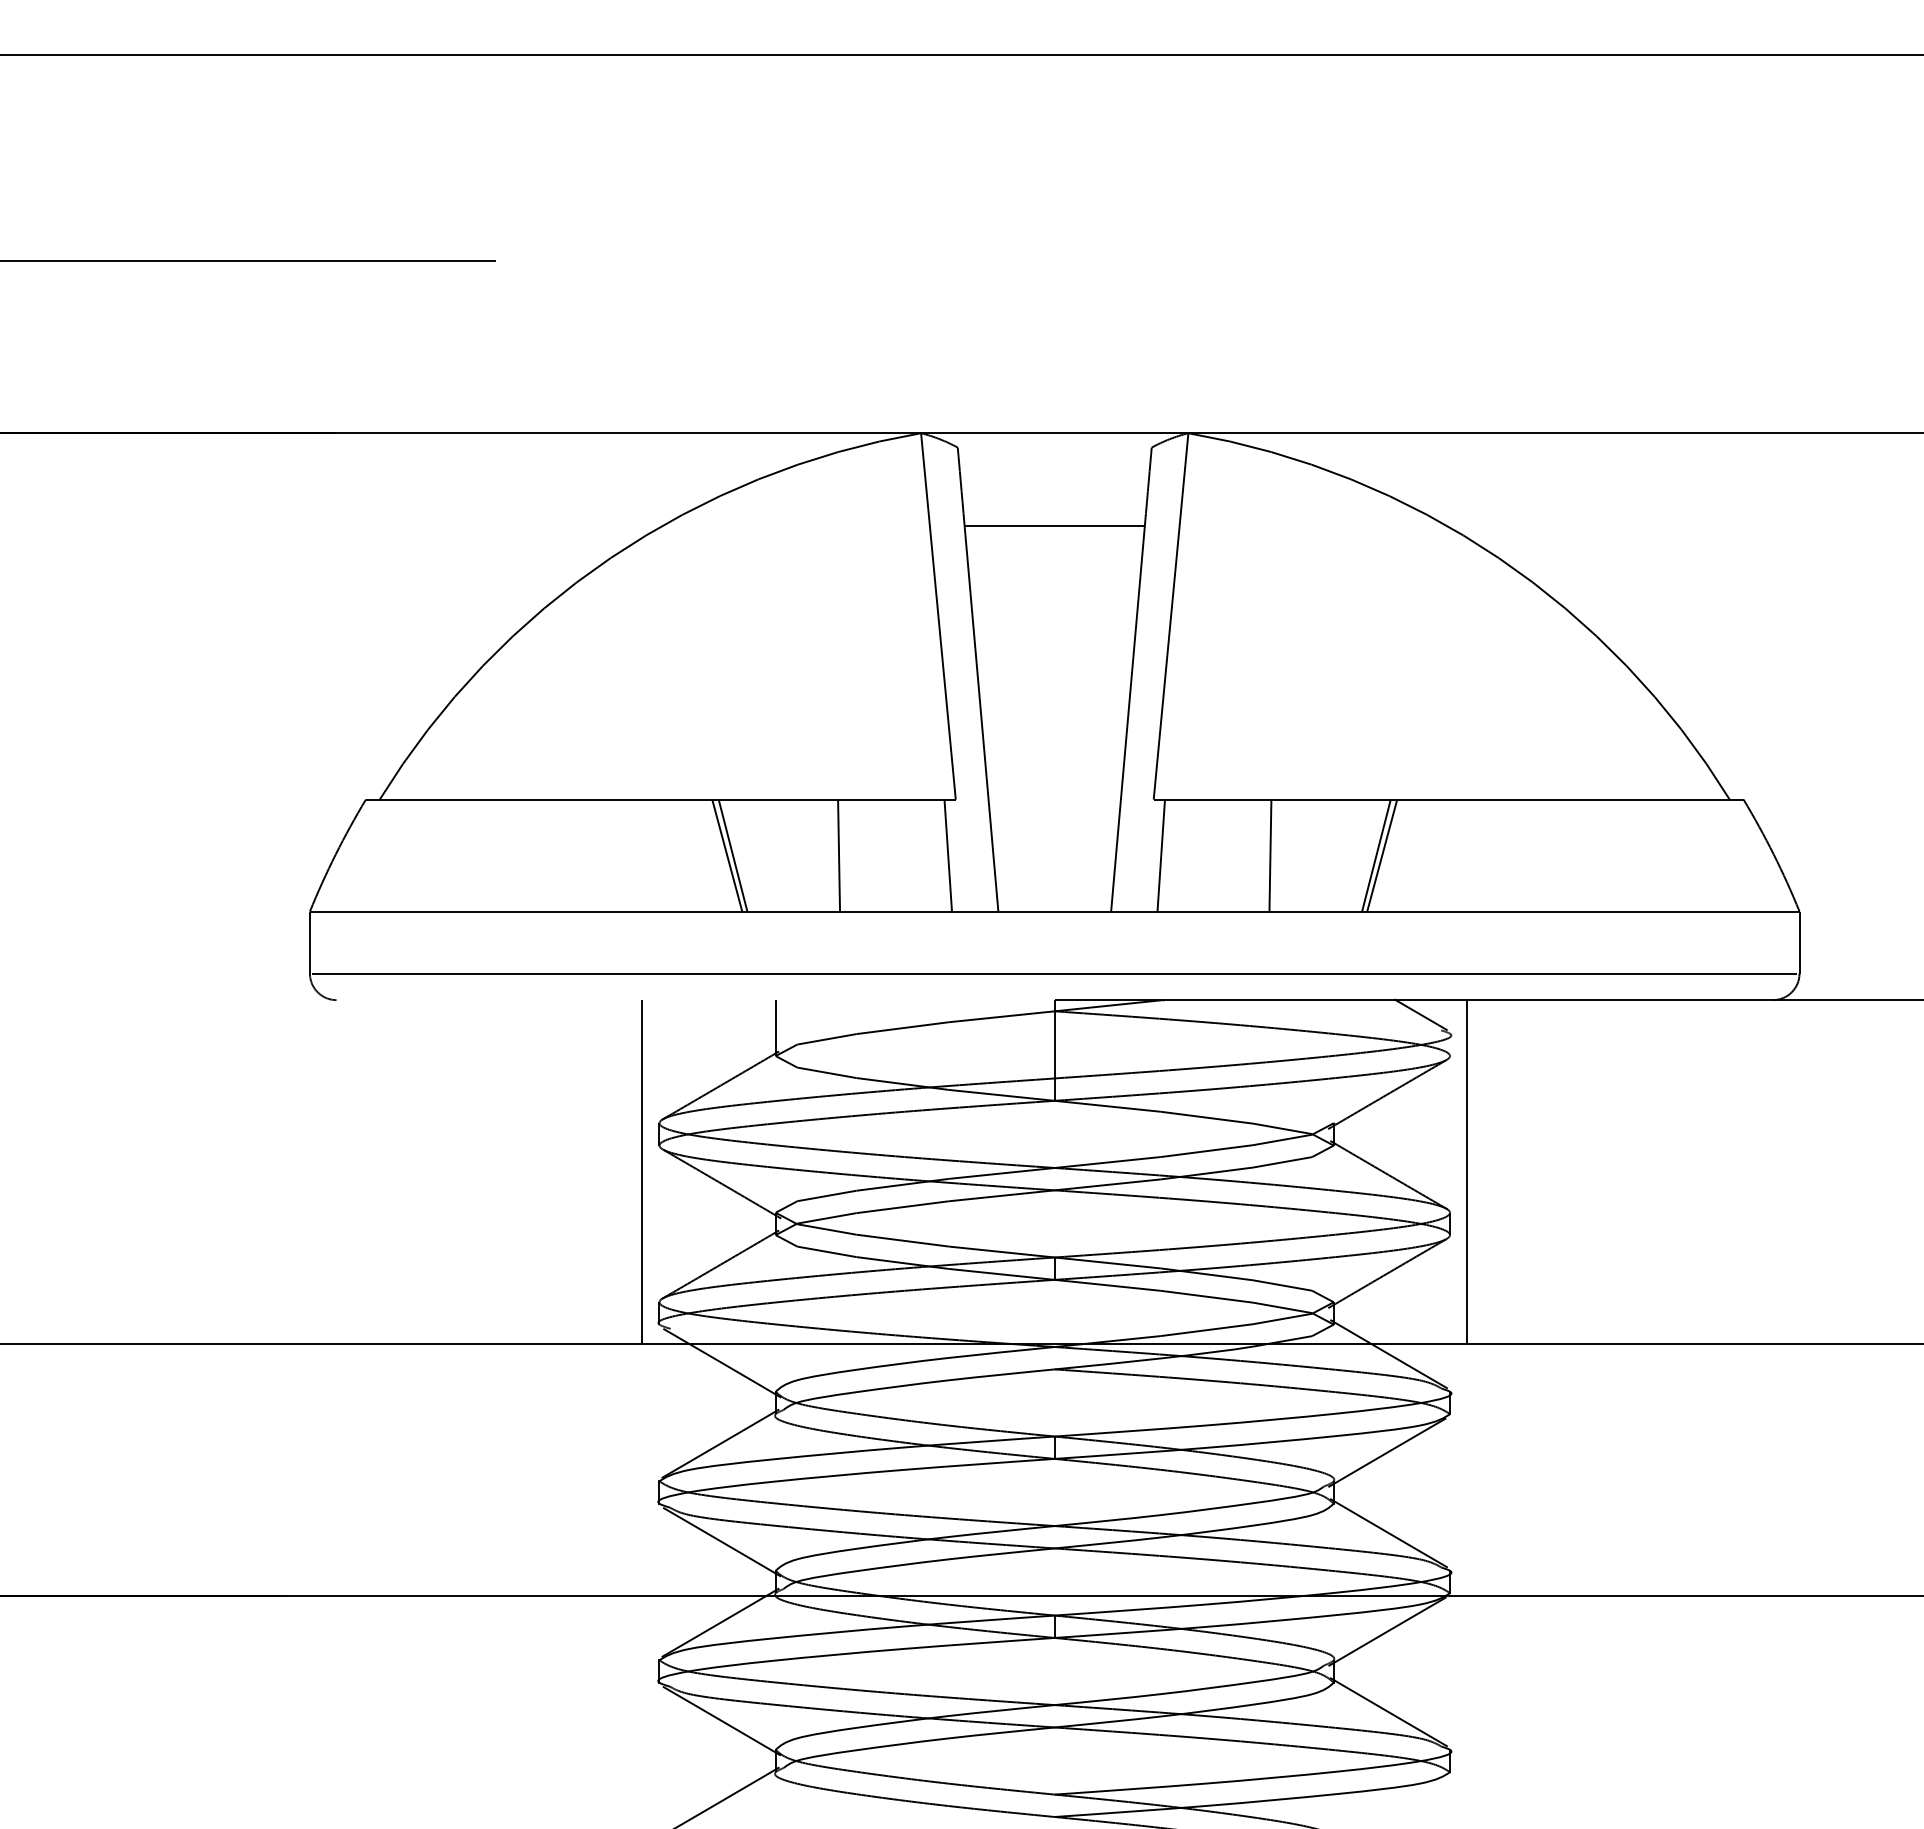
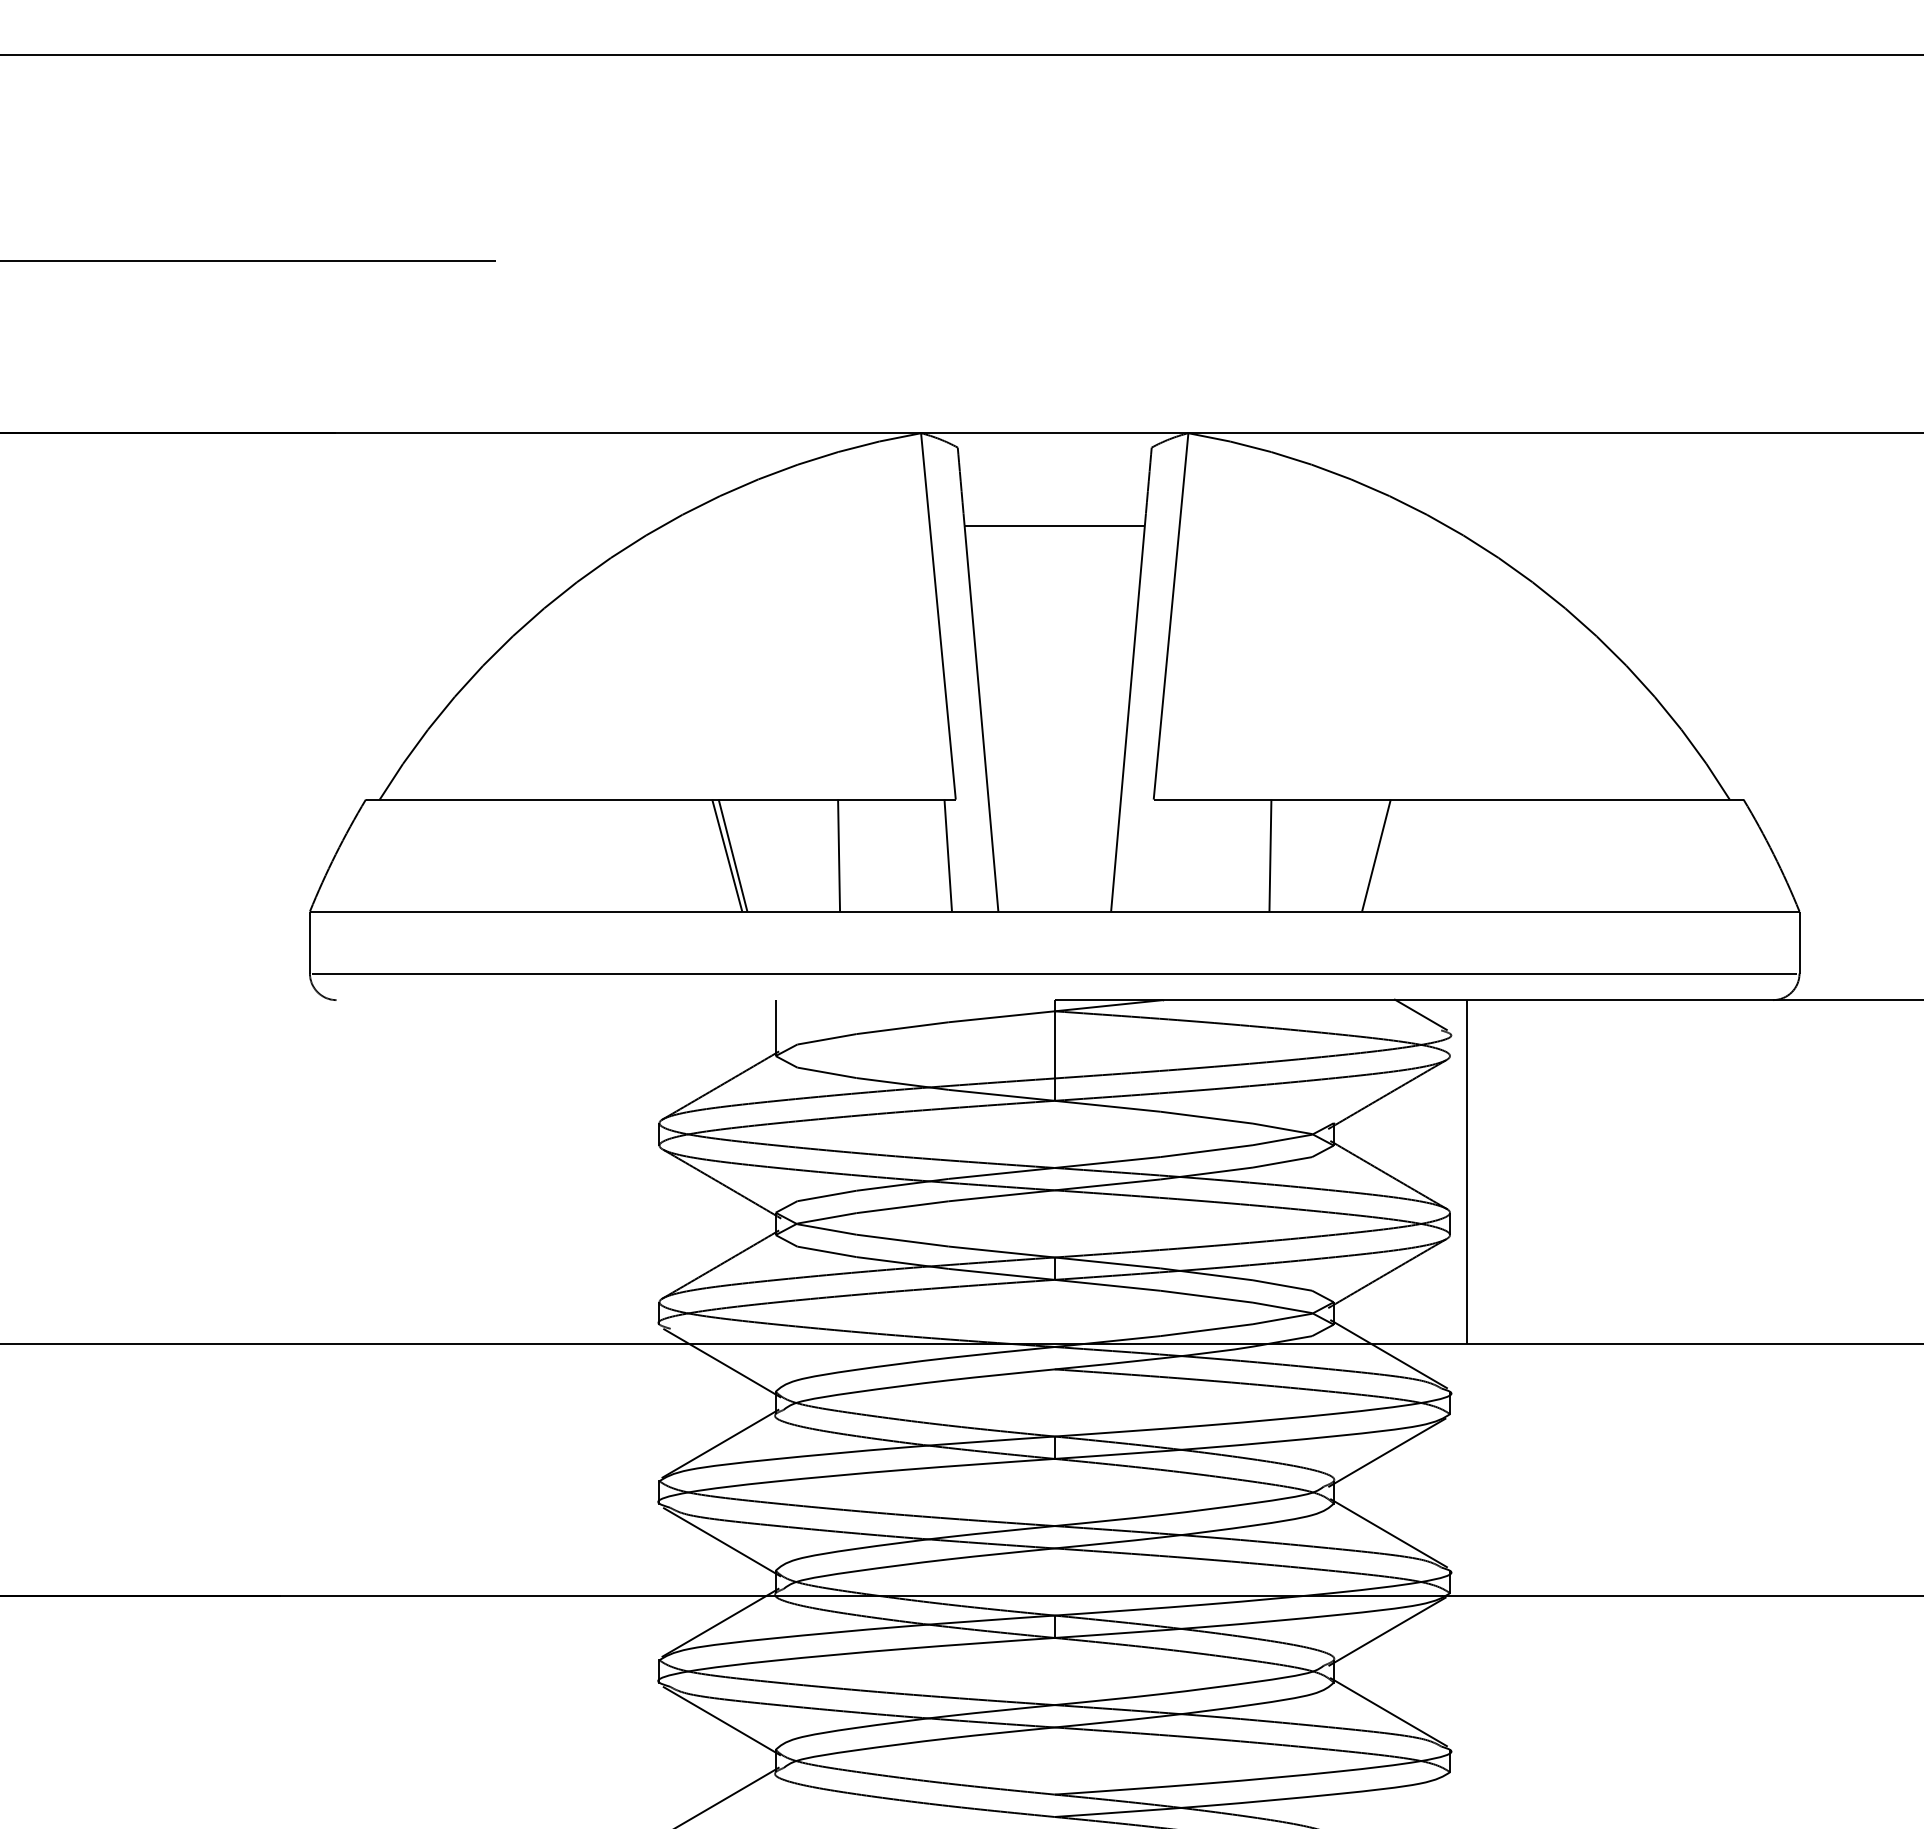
line at (1161, 855): present -> none
line at (1382, 855): present -> none
line at (642, 1171): present -> none
